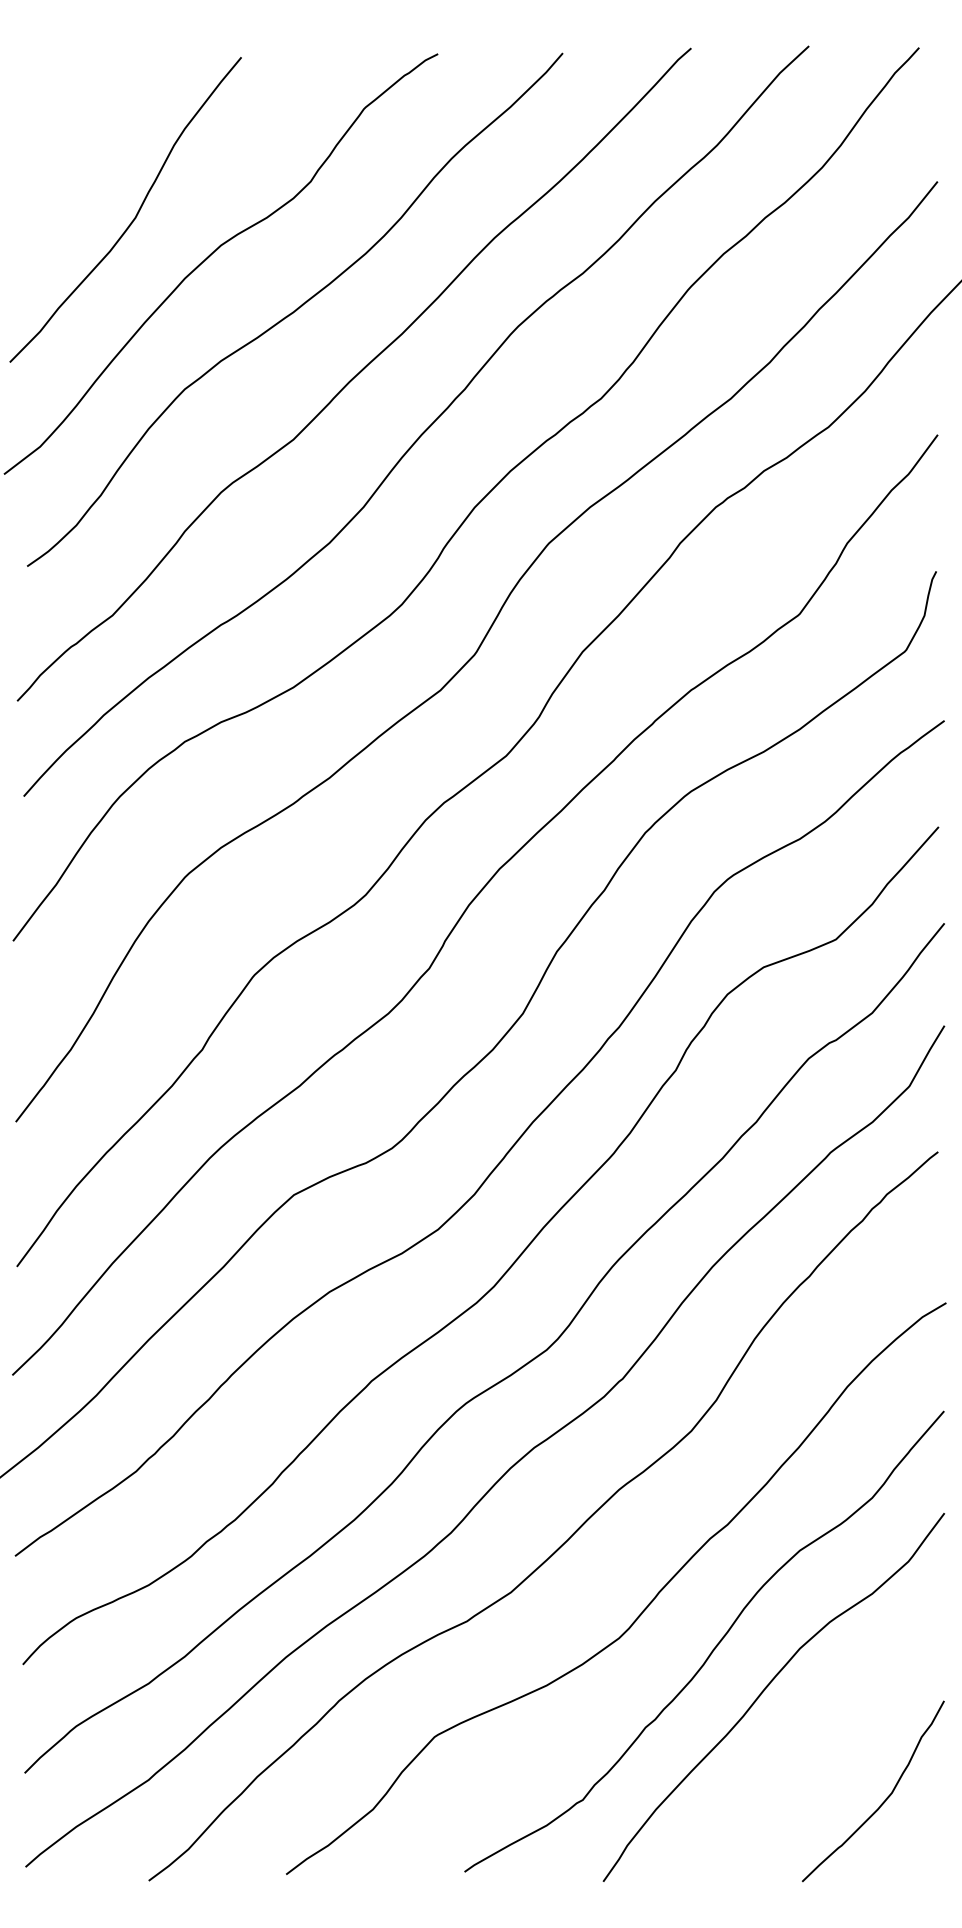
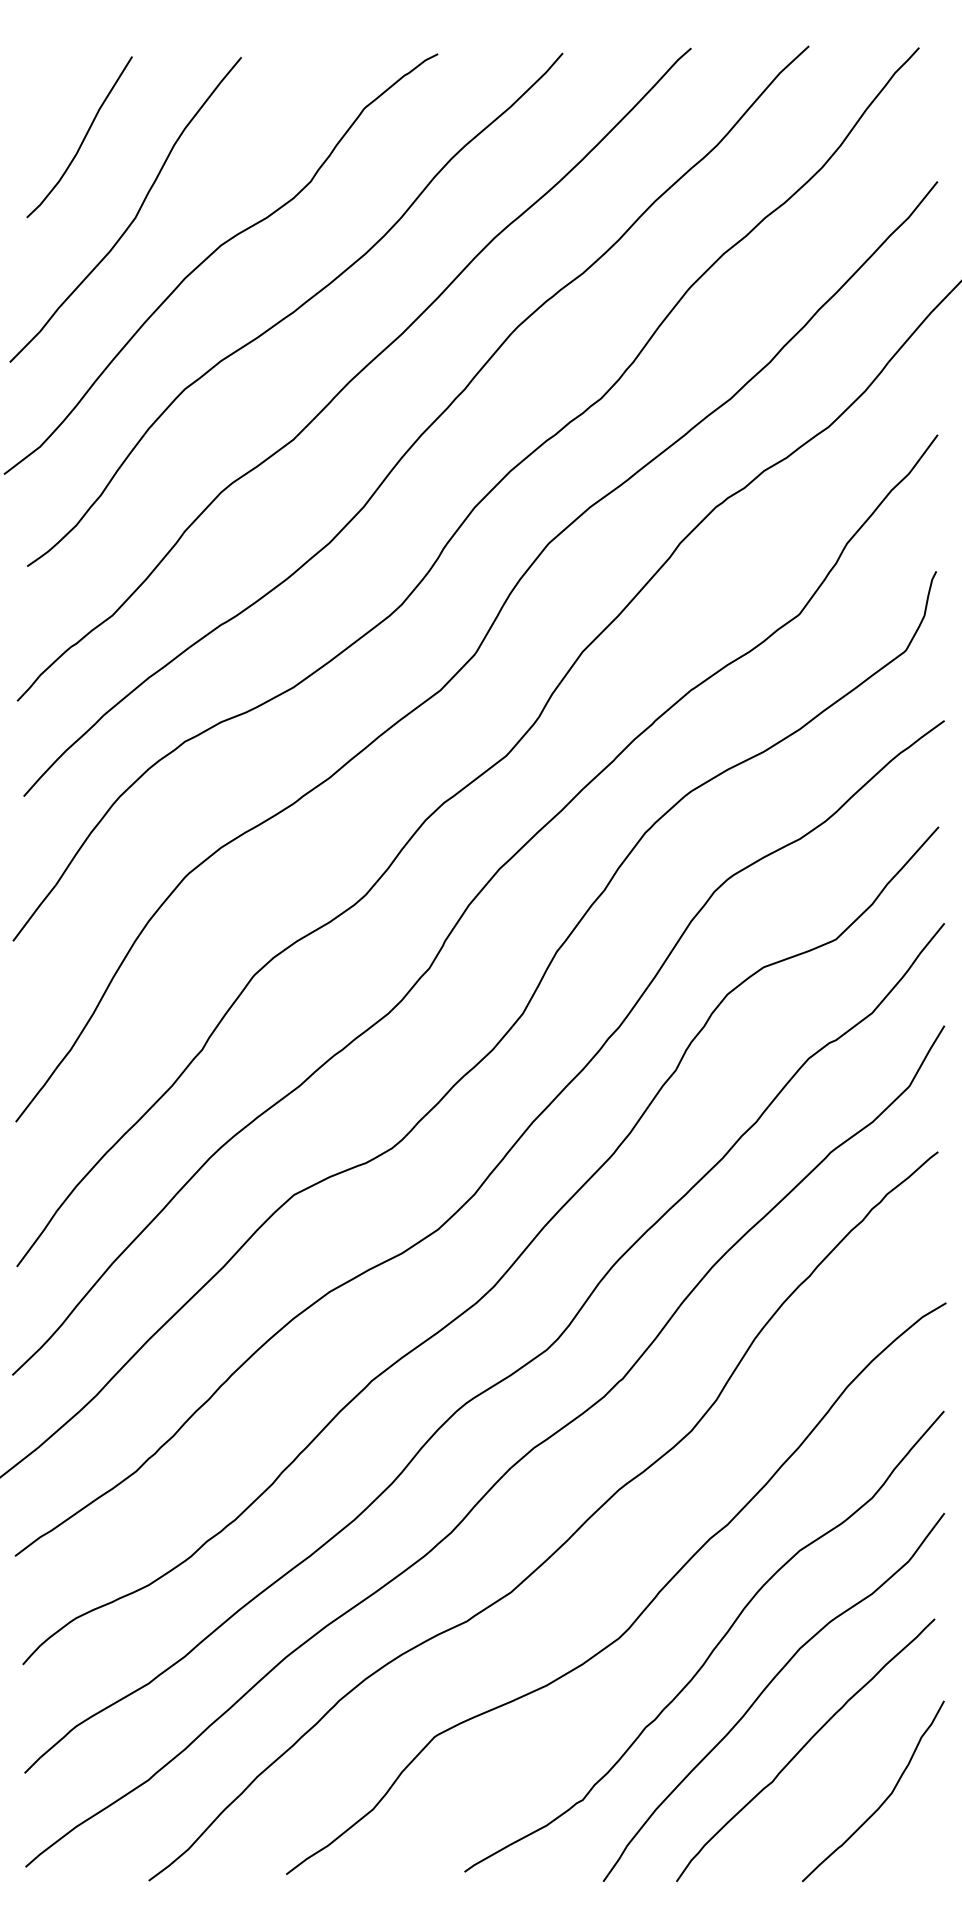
curve at (83, 138): none -> present
curve at (803, 1748): none -> present
